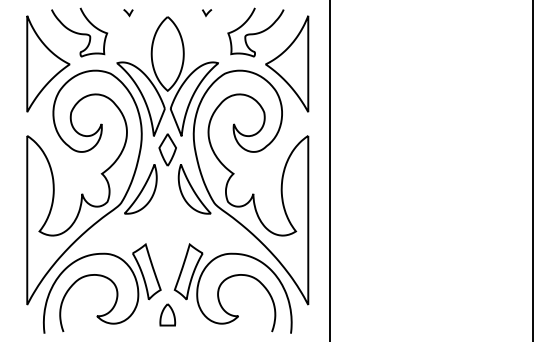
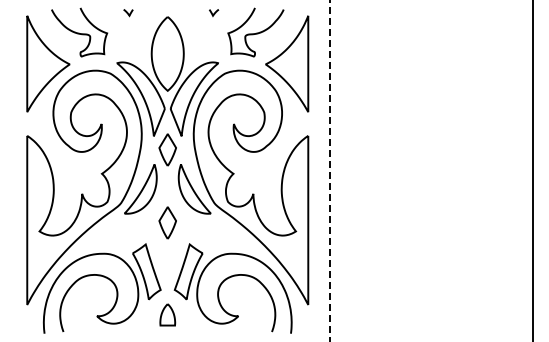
curve at (207, 13) position: (207, 13) -> (214, 13)
line at (329, 170): solid -> dashed
part at (167, 222): none -> present
